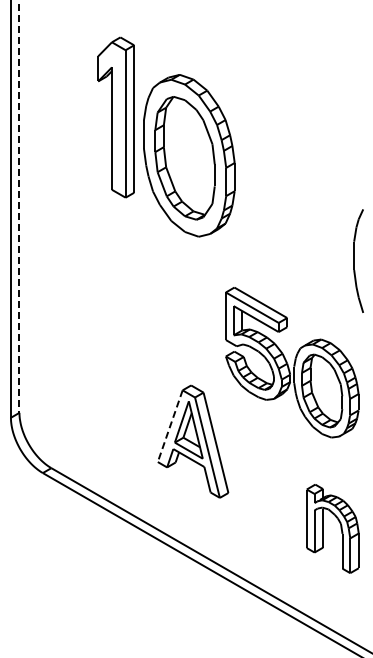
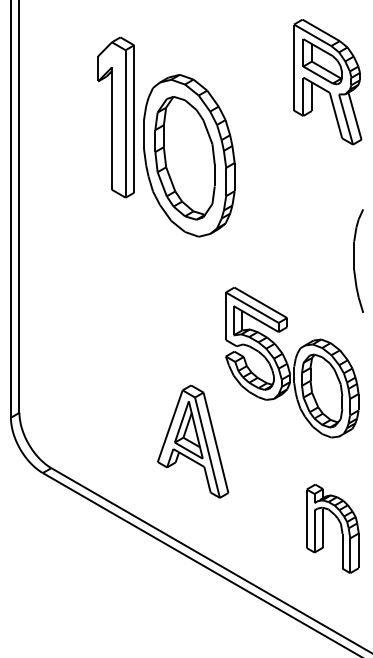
part at (327, 82): none -> present
line at (19, 206): dashed -> solid
line at (170, 426): dashed -> solid
